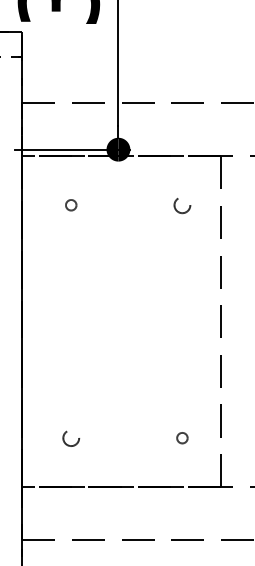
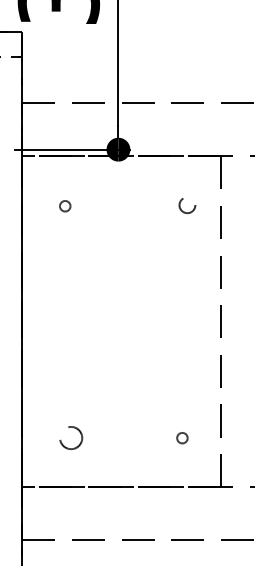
circle at (71, 205) position: (71, 205) -> (65, 206)
circle at (182, 206) position: (182, 206) -> (187, 206)
circle at (71, 438) size: 19x17 px -> 25x24 px
